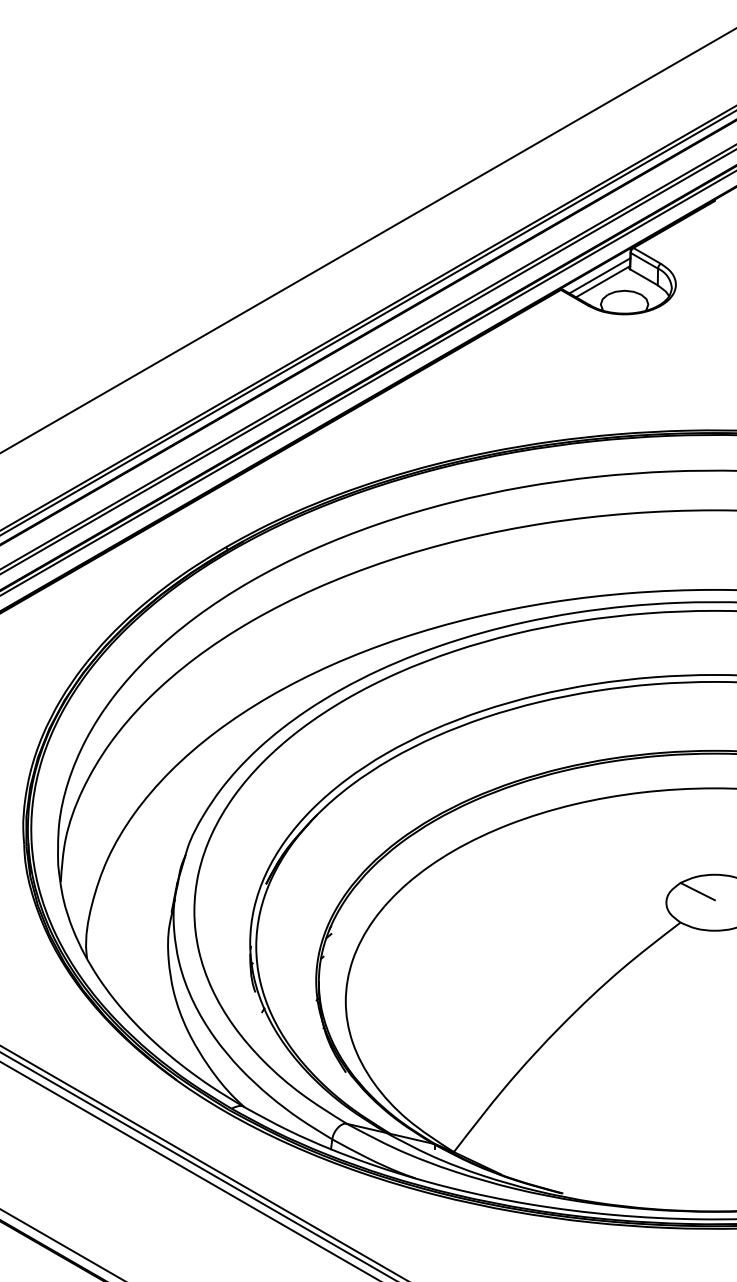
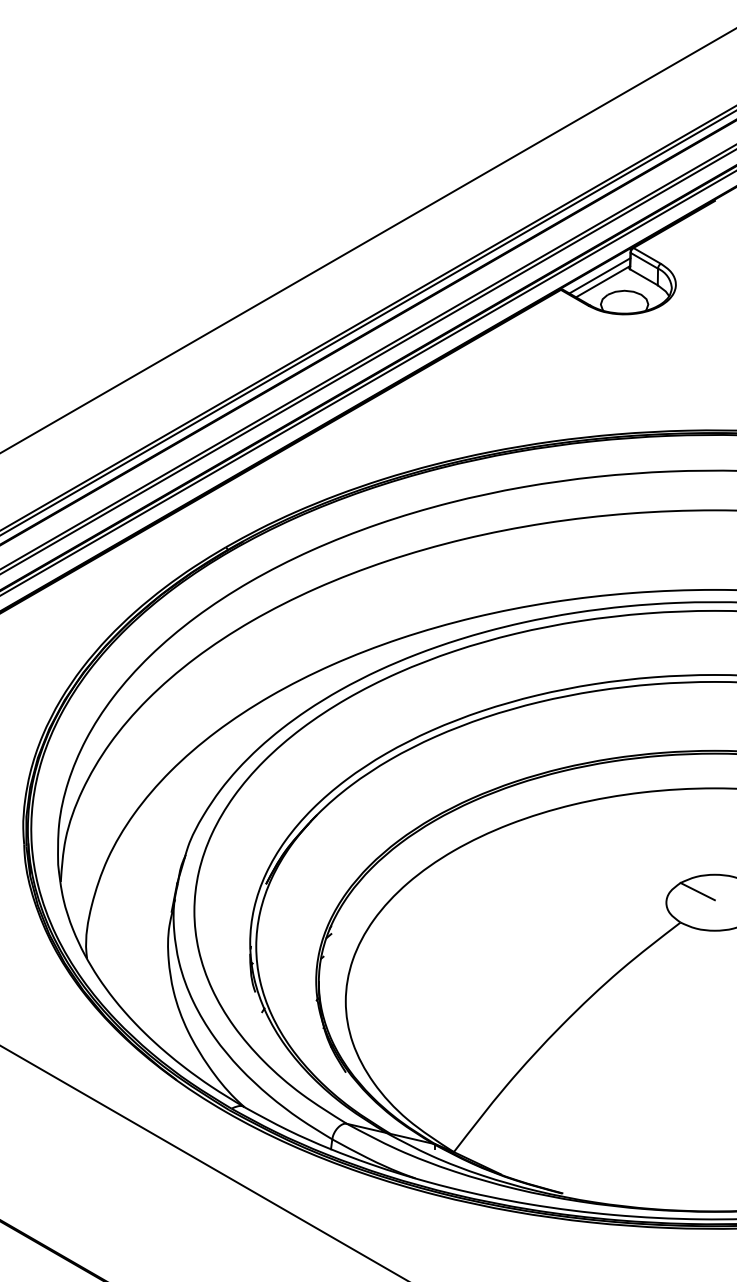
line at (197, 1165): present -> none
line at (189, 1170): present -> none
line at (61, 1244): present -> none
